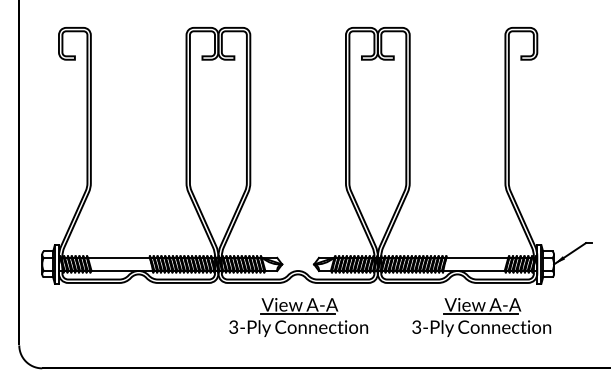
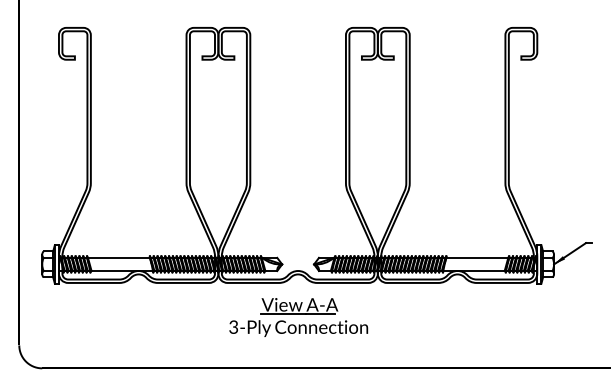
part at (481, 317): present -> none
